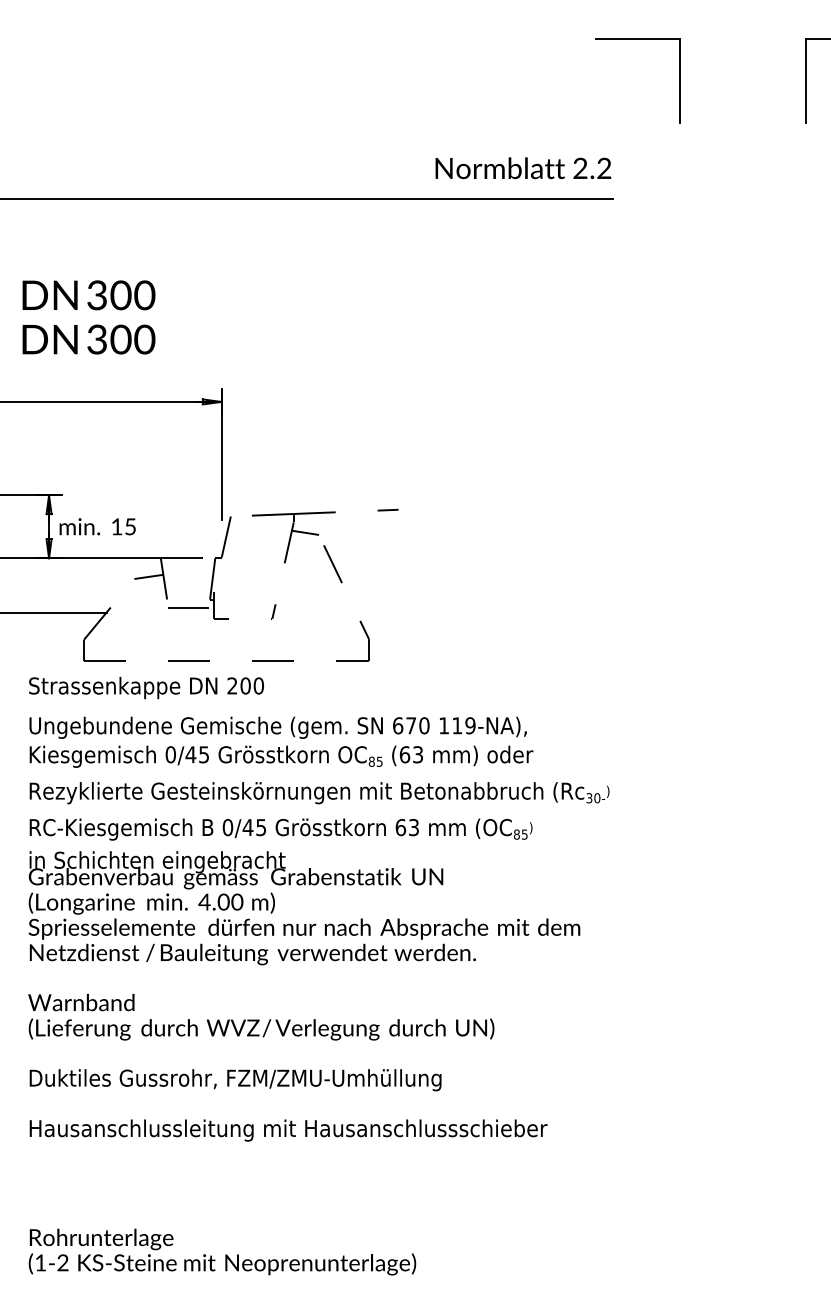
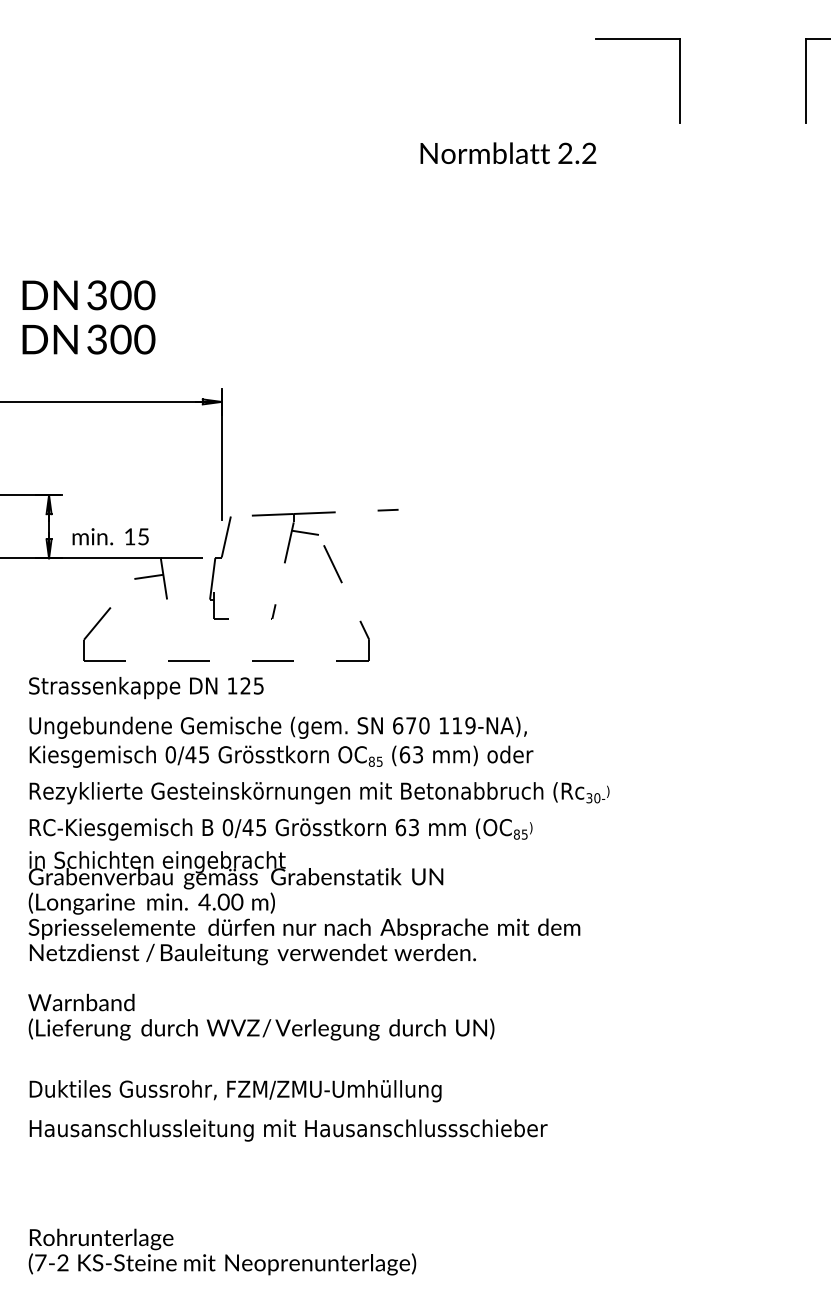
text at (523, 168) position: (523, 168) -> (508, 153)
line at (307, 198): present -> none
text at (97, 526) position: (97, 526) -> (110, 536)
line at (188, 607): present -> none
line at (54, 612): present -> none
text at (245, 685): 200 -> 125
text at (235, 1080) position: (235, 1080) -> (235, 1091)
text at (40, 1262): (1-2 -> (7-2
